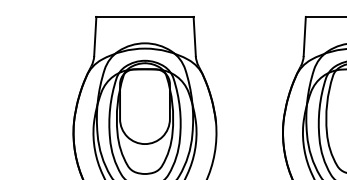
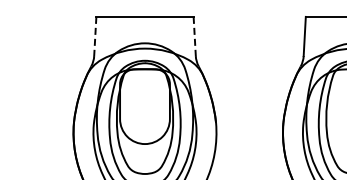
line at (95, 36): solid -> dashed
line at (194, 36): solid -> dashed
